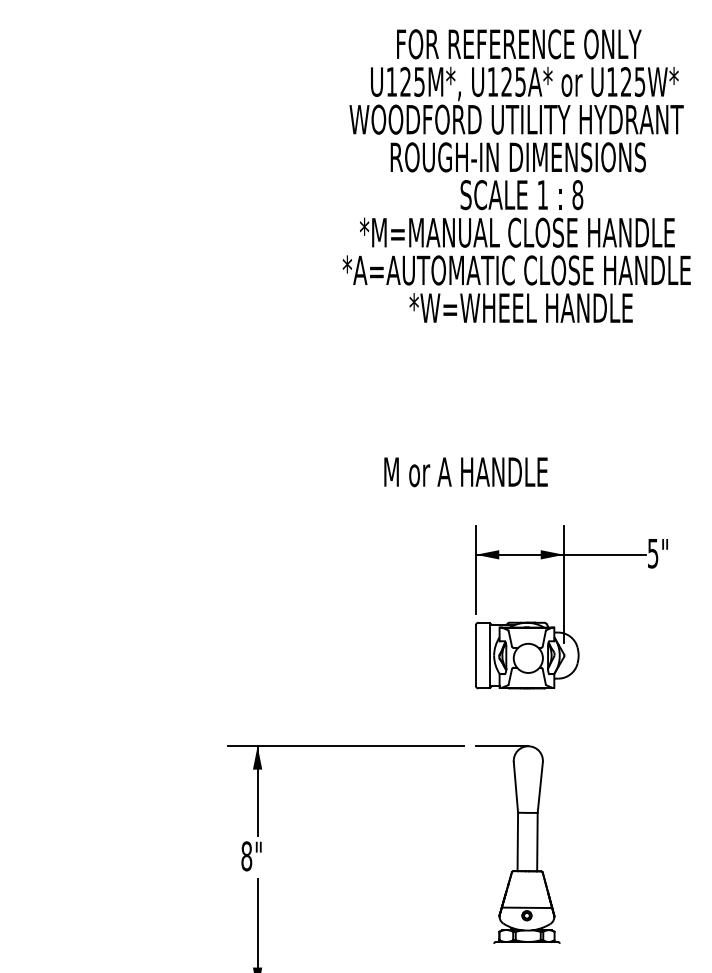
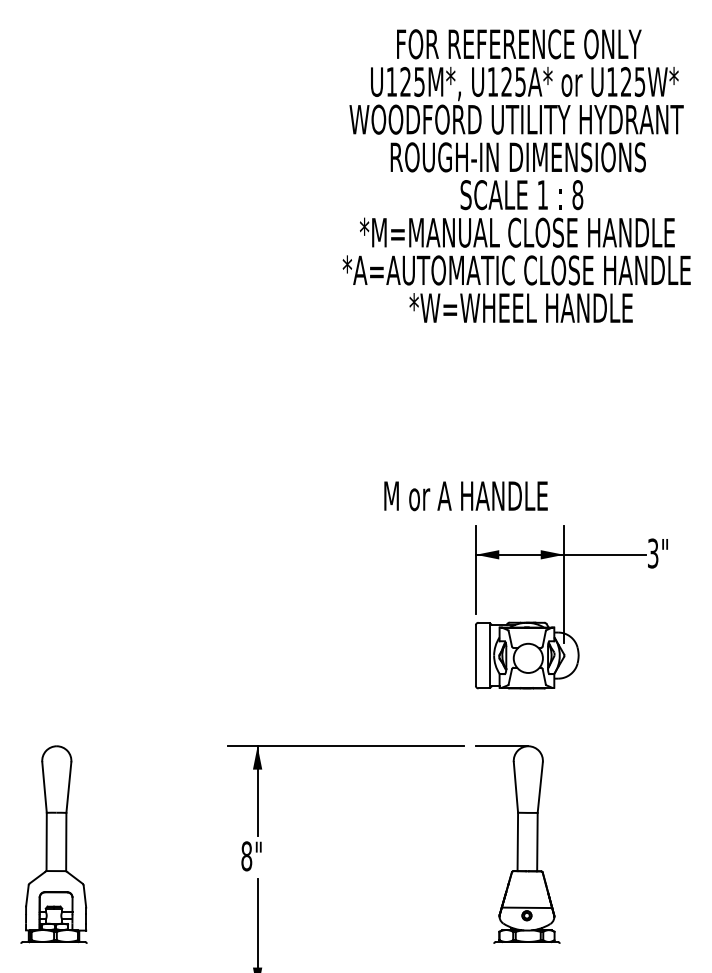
text at (465, 472) position: (465, 472) -> (465, 496)
text at (653, 552): 5" -> 3"
part at (53, 844): none -> present
